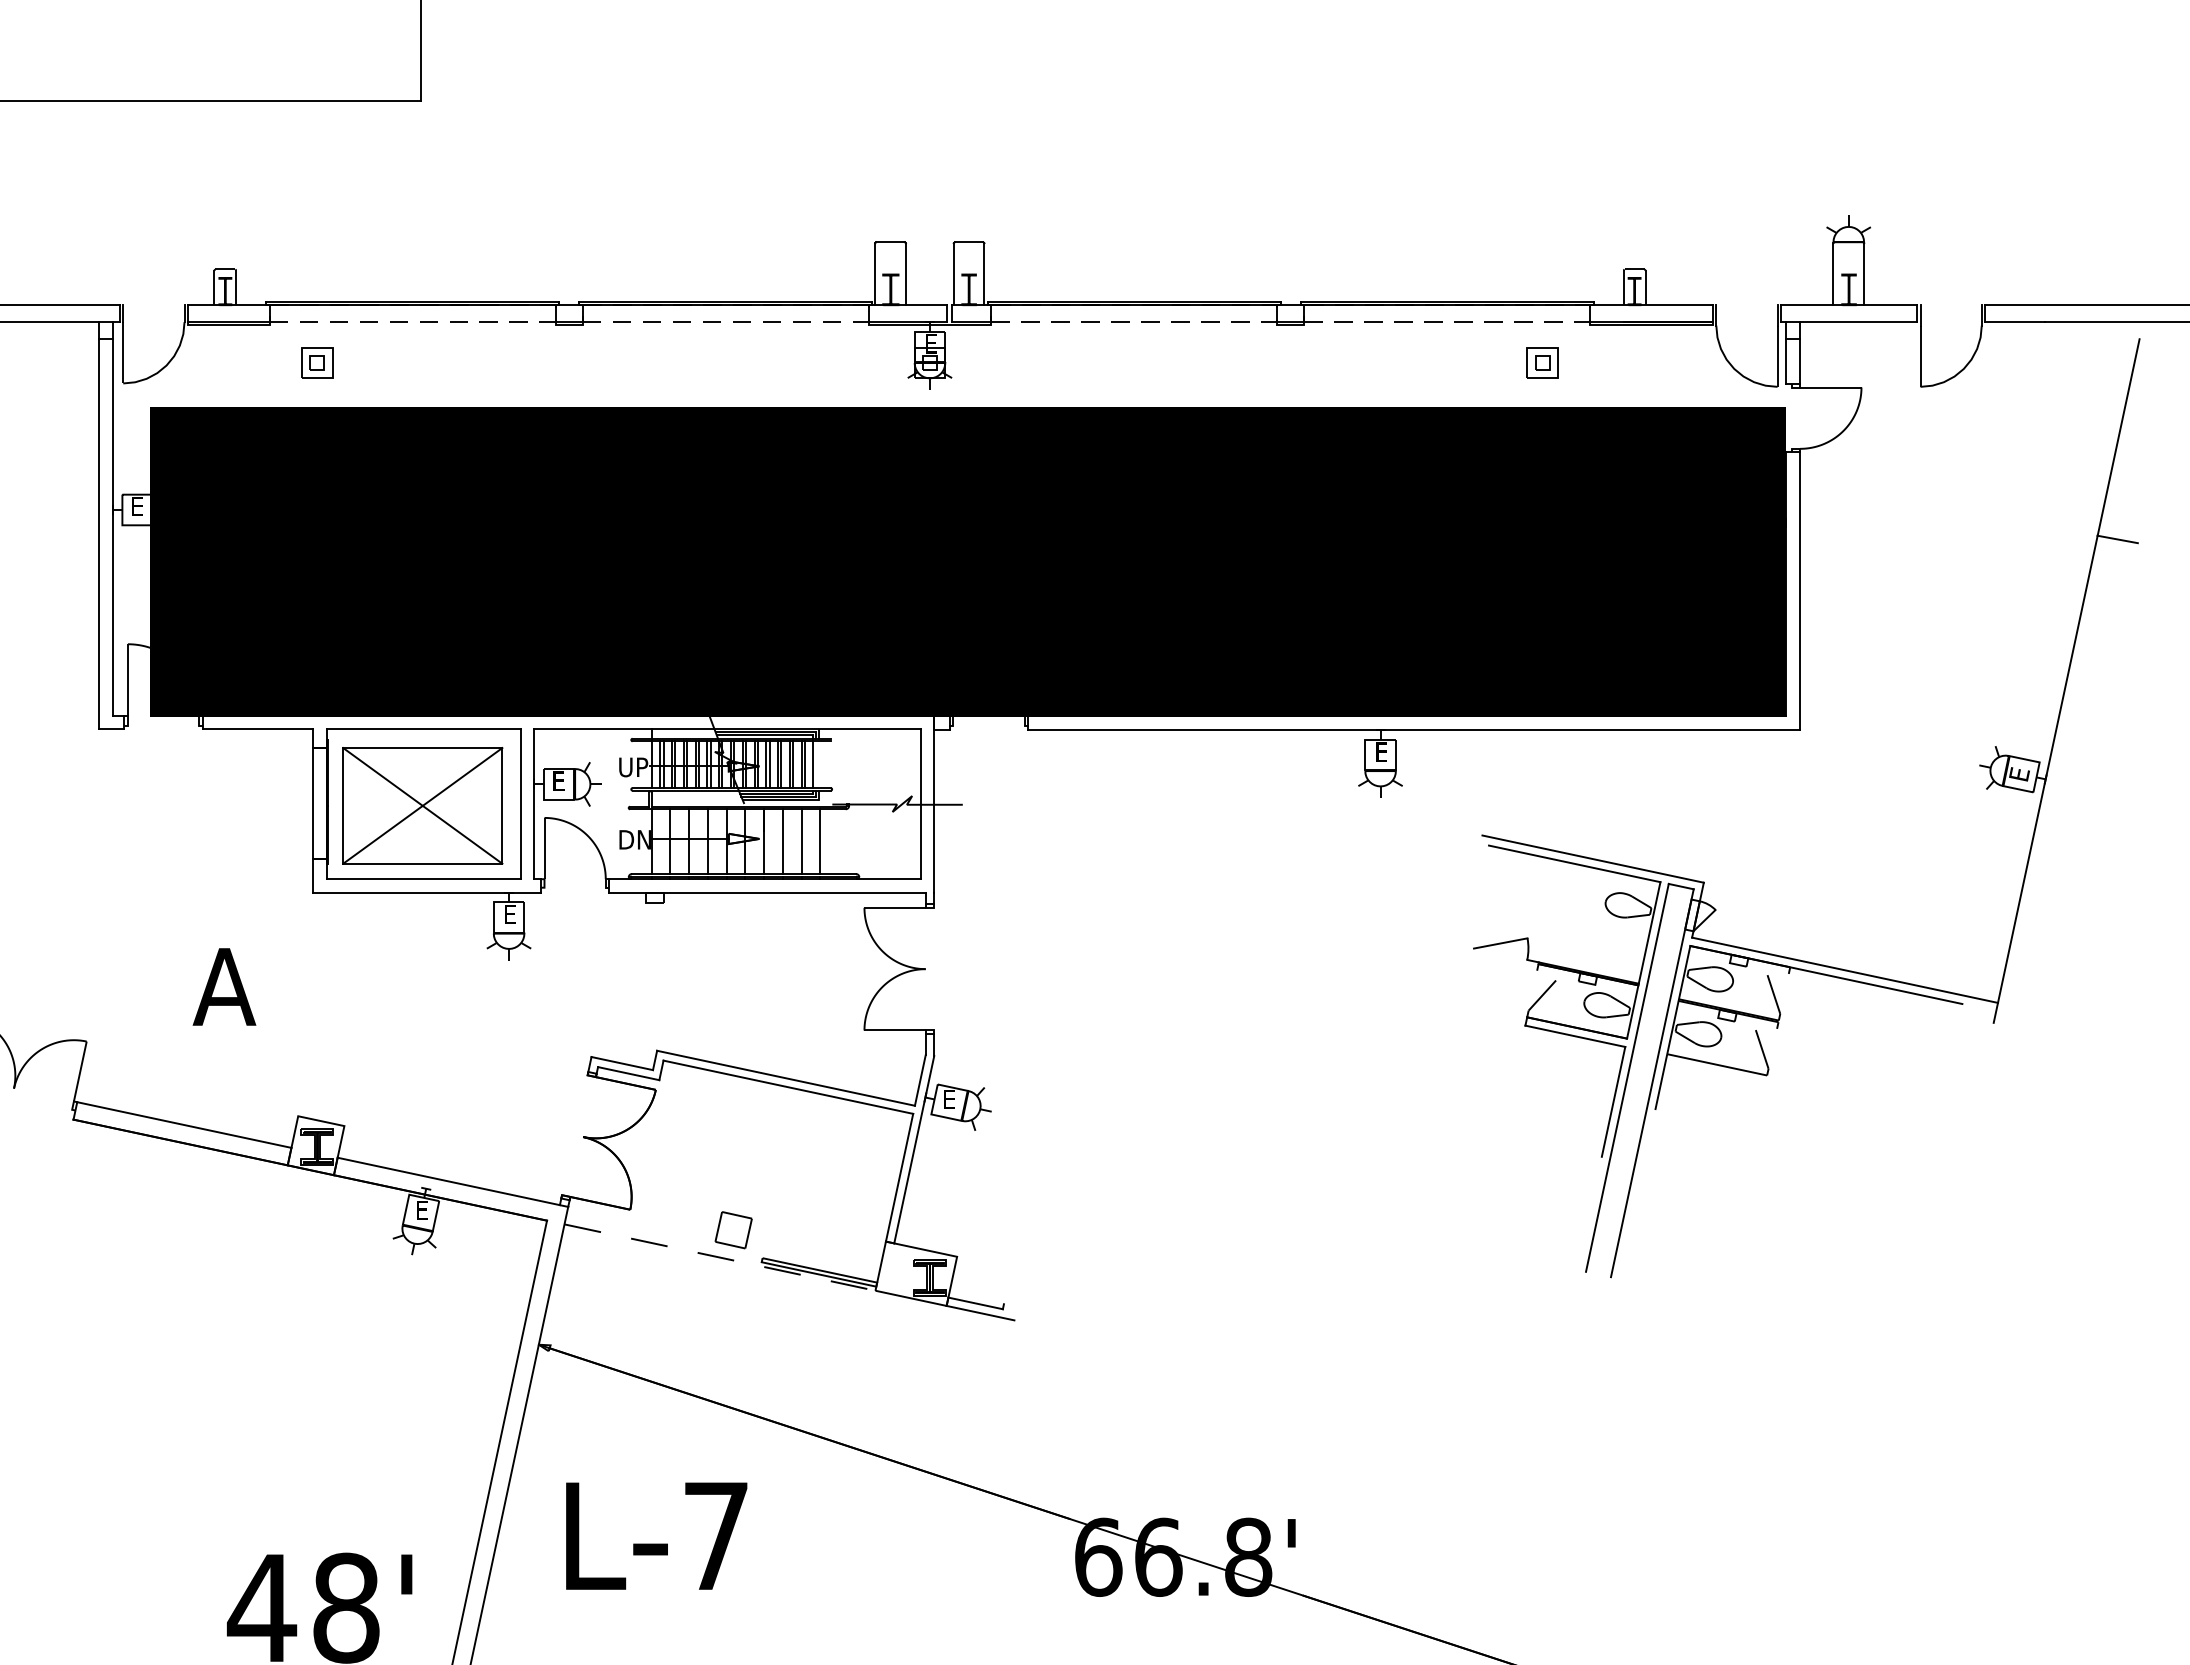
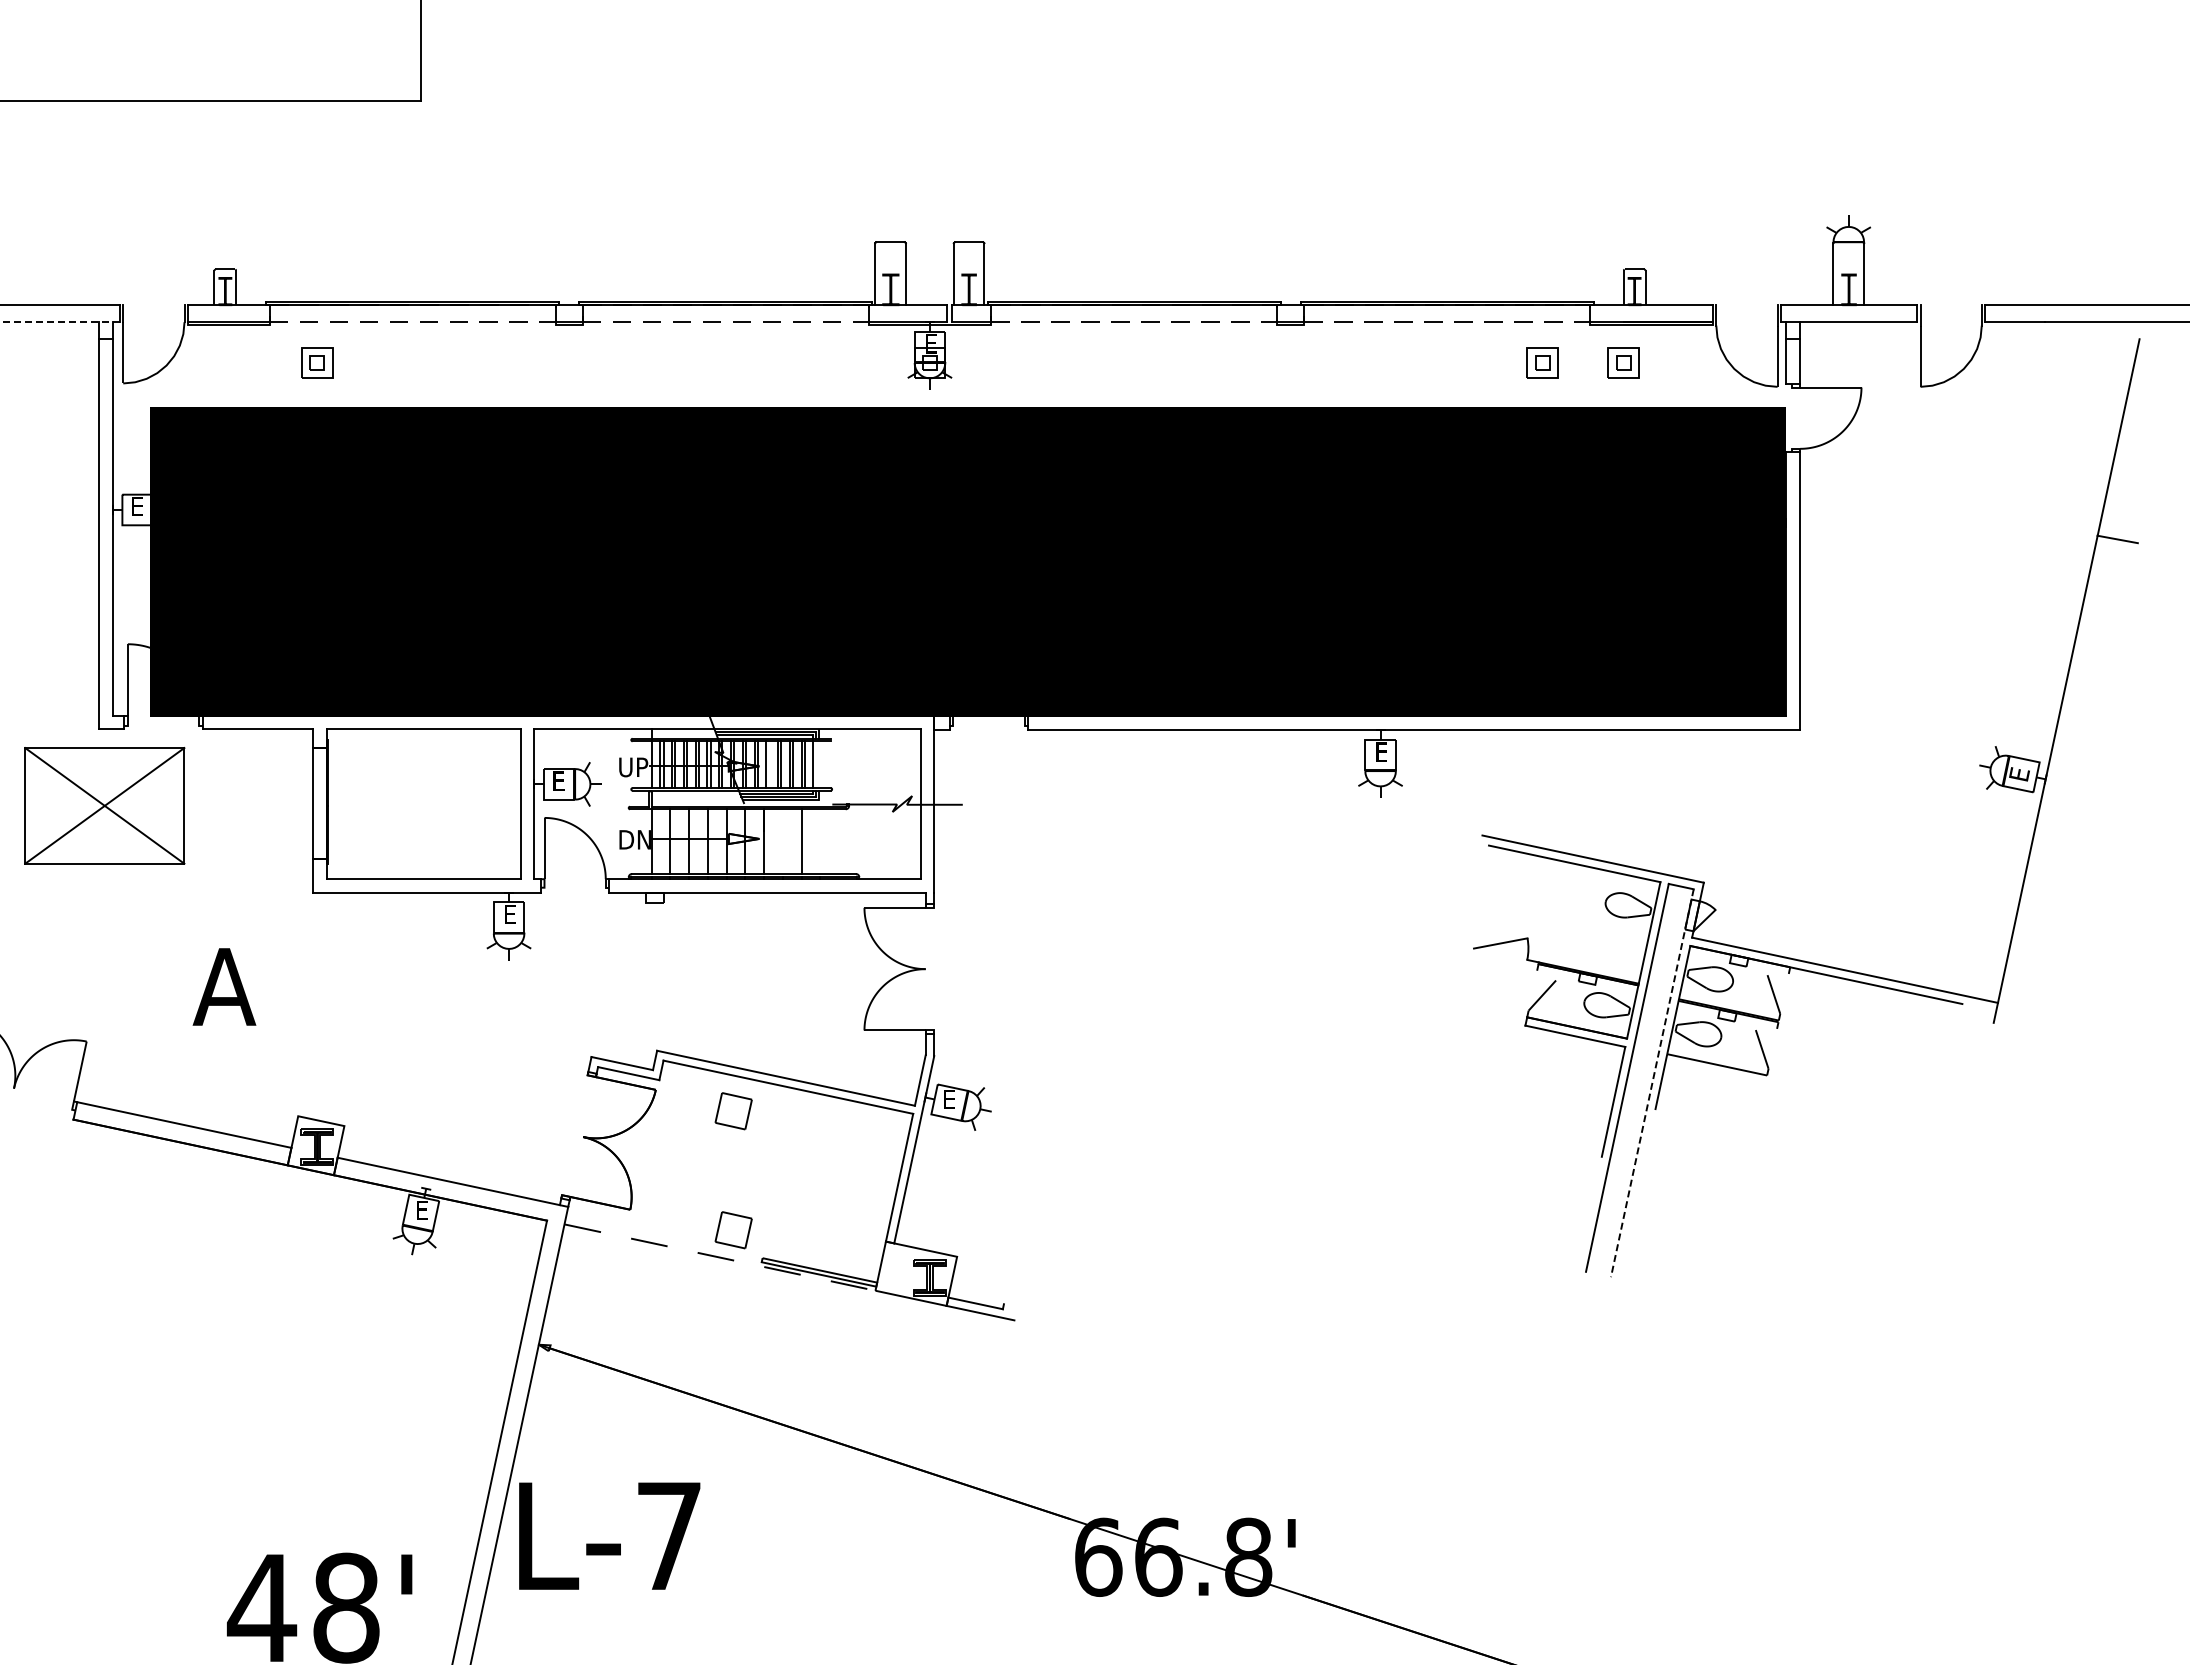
line at (60, 322): solid -> dashed
part at (1623, 362): none -> present
line at (769, 764): present -> none
part at (422, 805) position: (422, 805) -> (104, 805)
line at (782, 841): present -> none
line at (820, 841): present -> none
line at (1652, 1083): solid -> dashed
part at (733, 1111): none -> present
text at (656, 1535) position: (656, 1535) -> (609, 1535)
